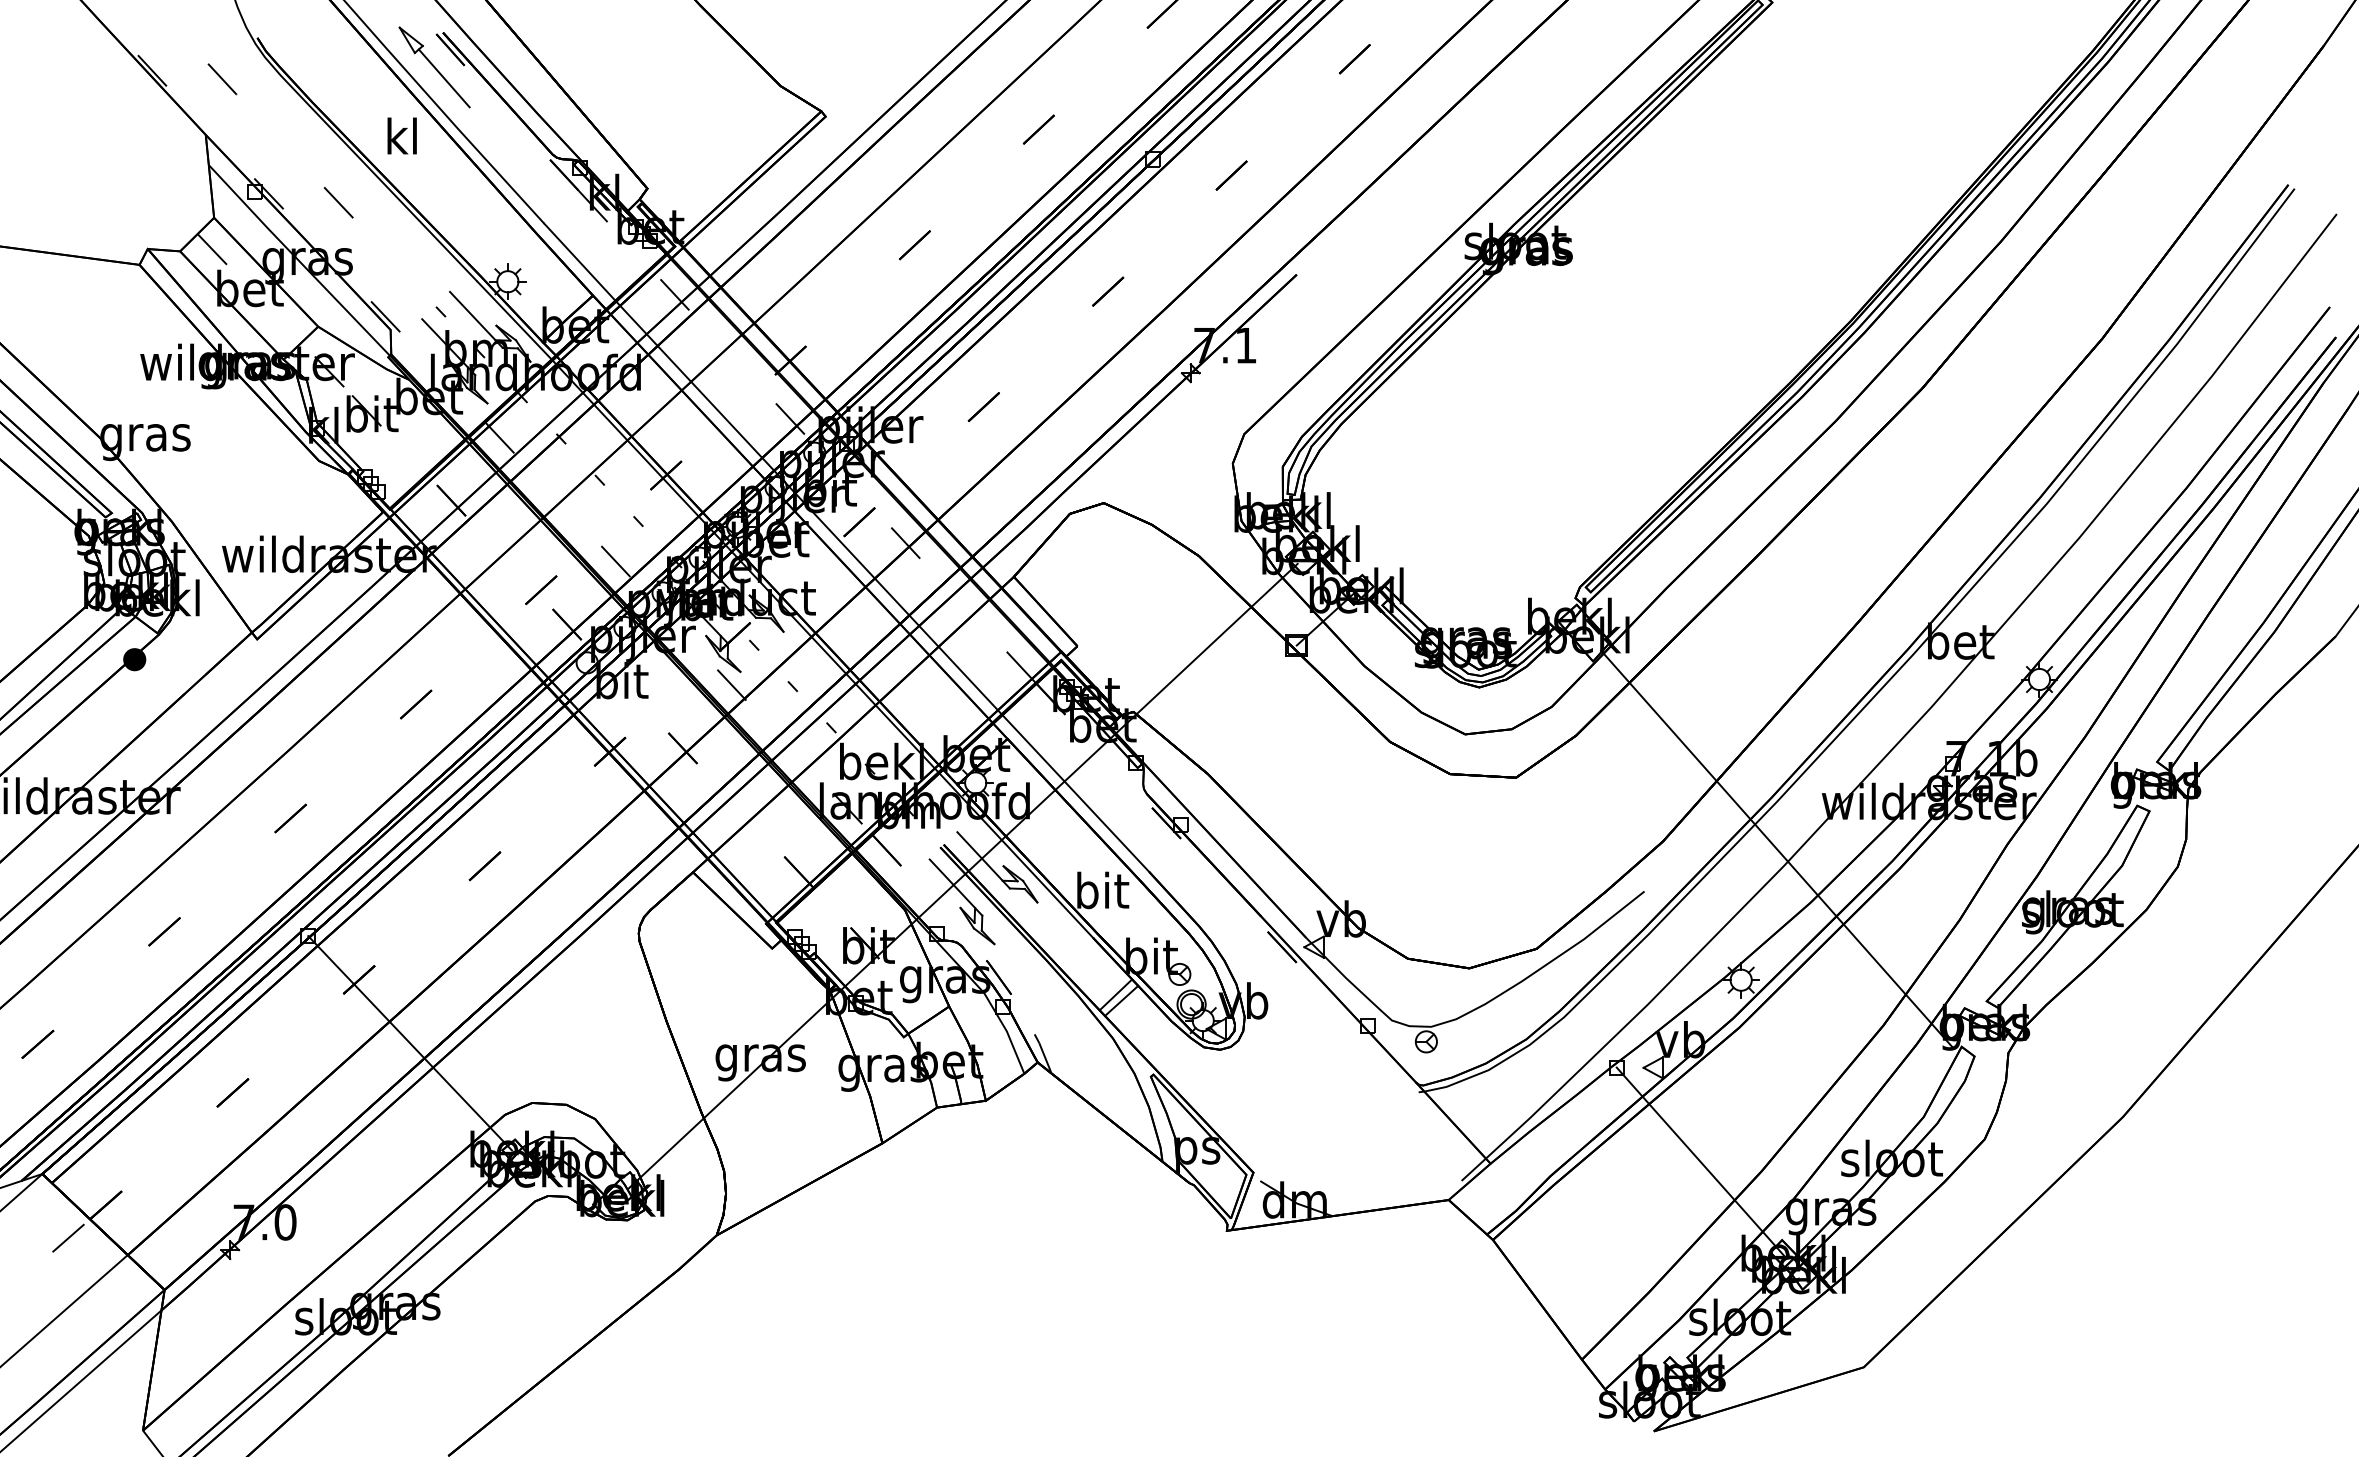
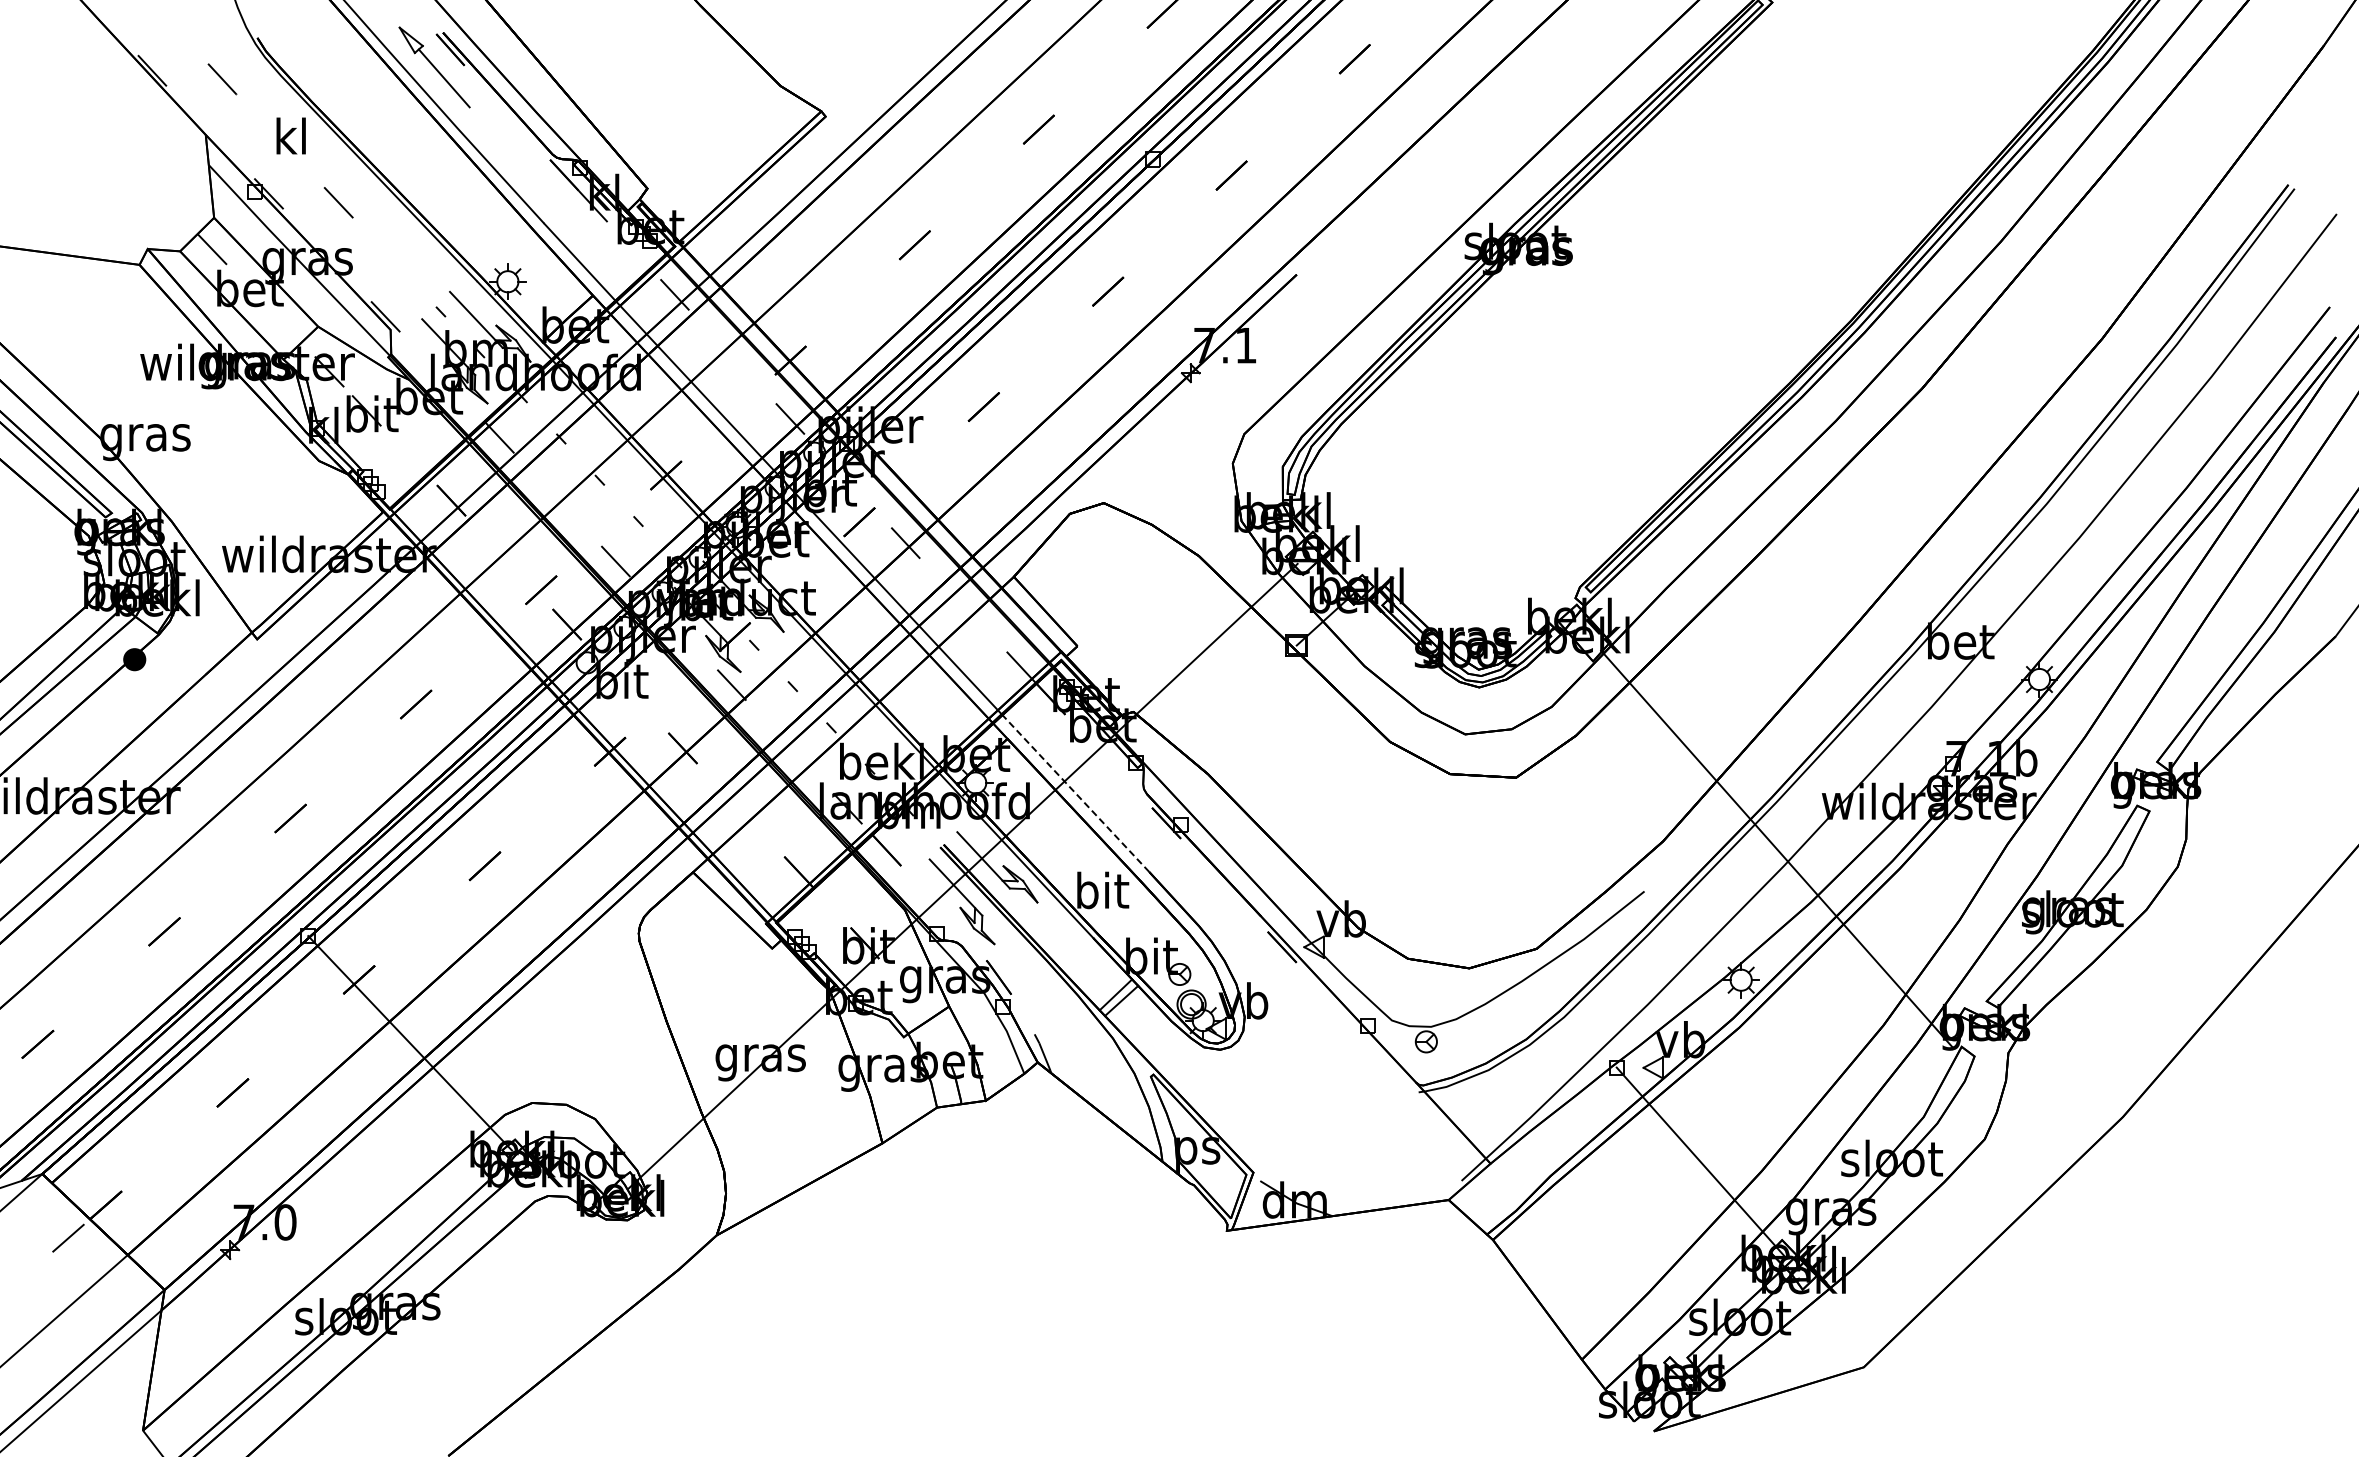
text at (401, 135) position: (401, 135) -> (290, 135)
line at (1075, 793): solid -> dashed
